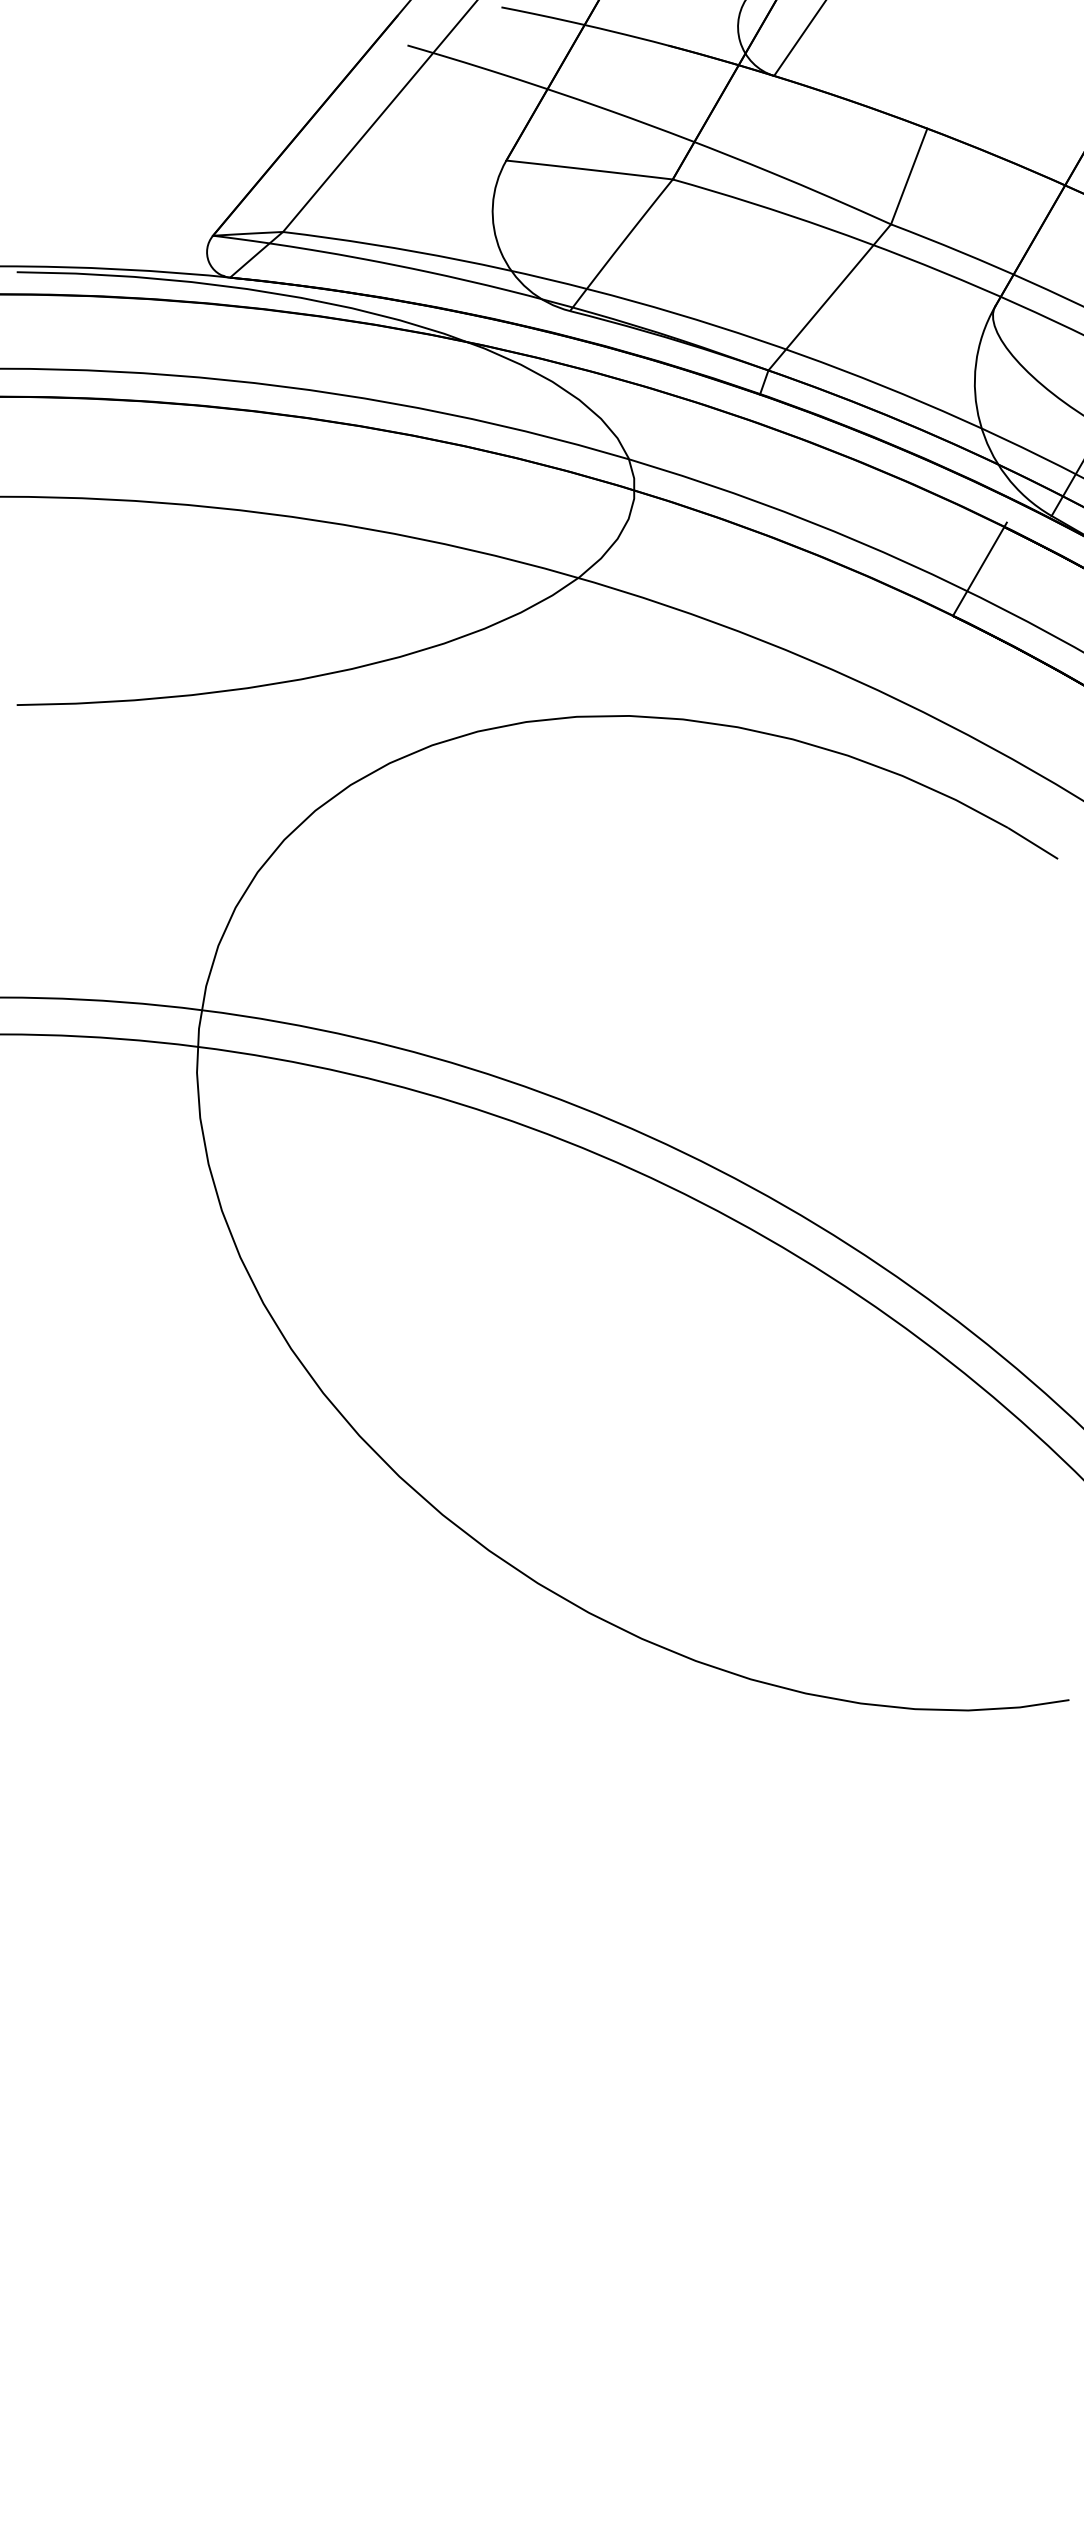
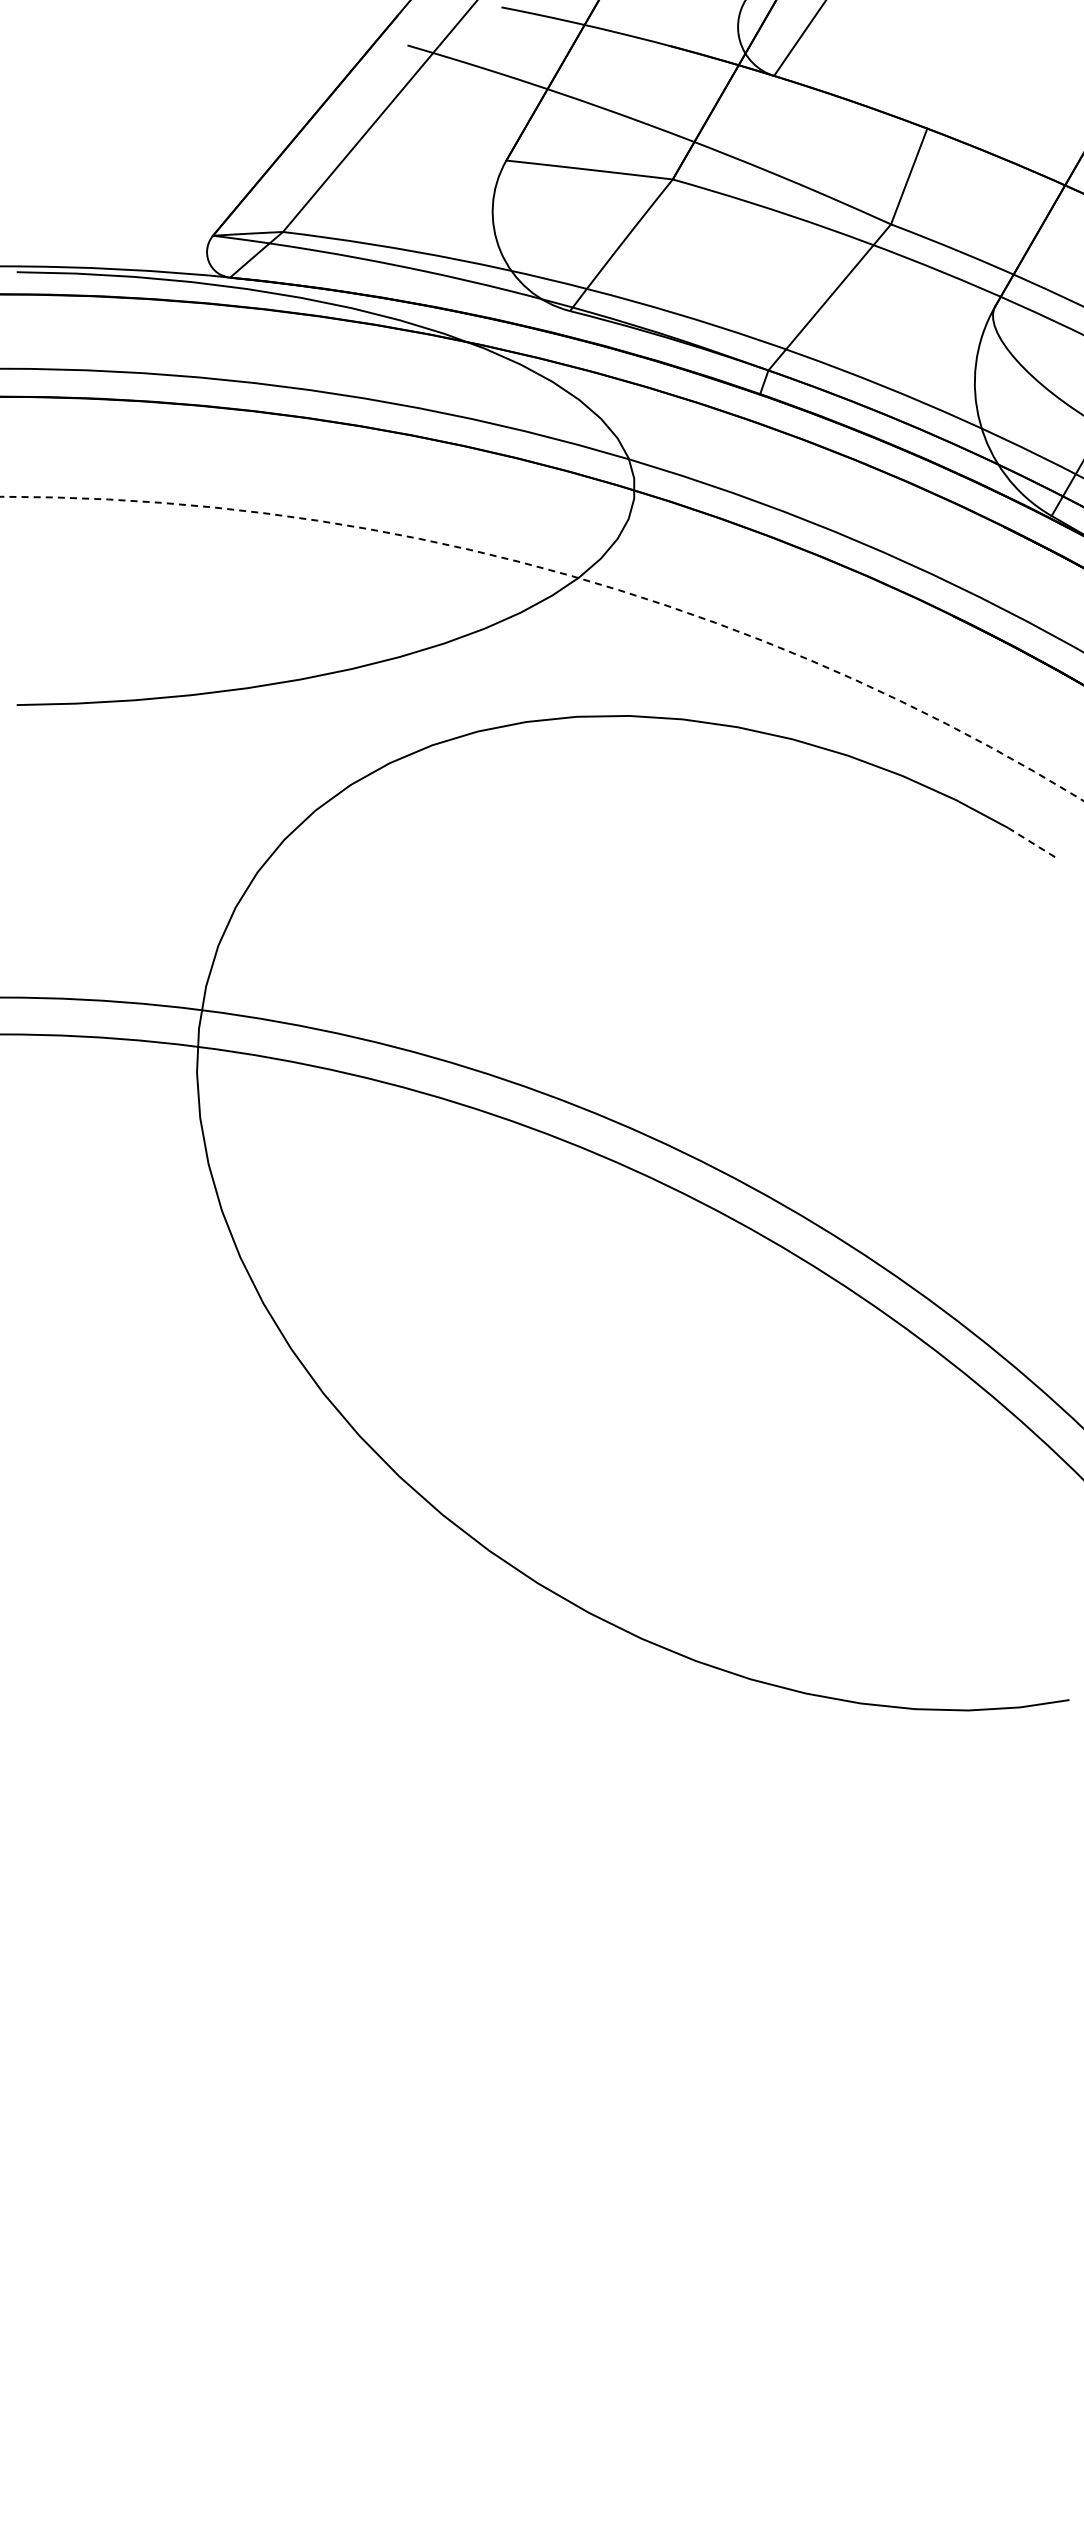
line at (979, 568): present -> none
circle at (541, 648): solid -> dashed
line at (1033, 843): solid -> dashed
